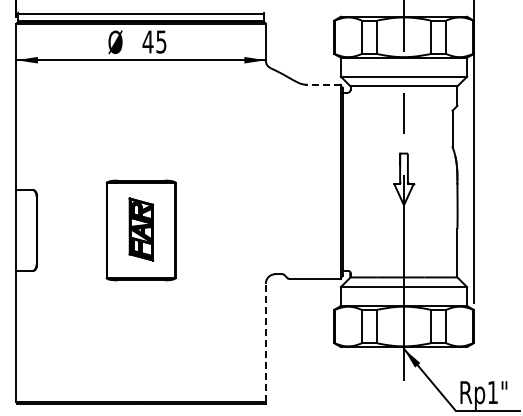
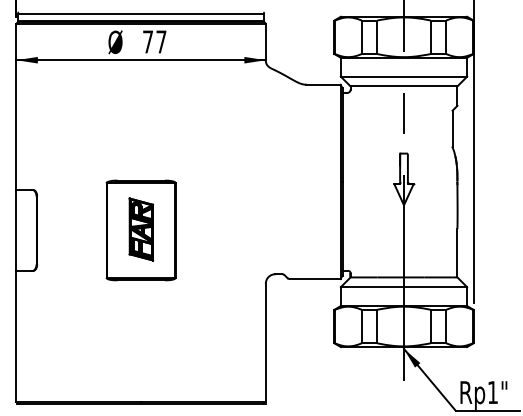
text at (154, 41): 45 -> 77
line at (322, 84): dashed -> solid
line at (265, 342): dashed -> solid
